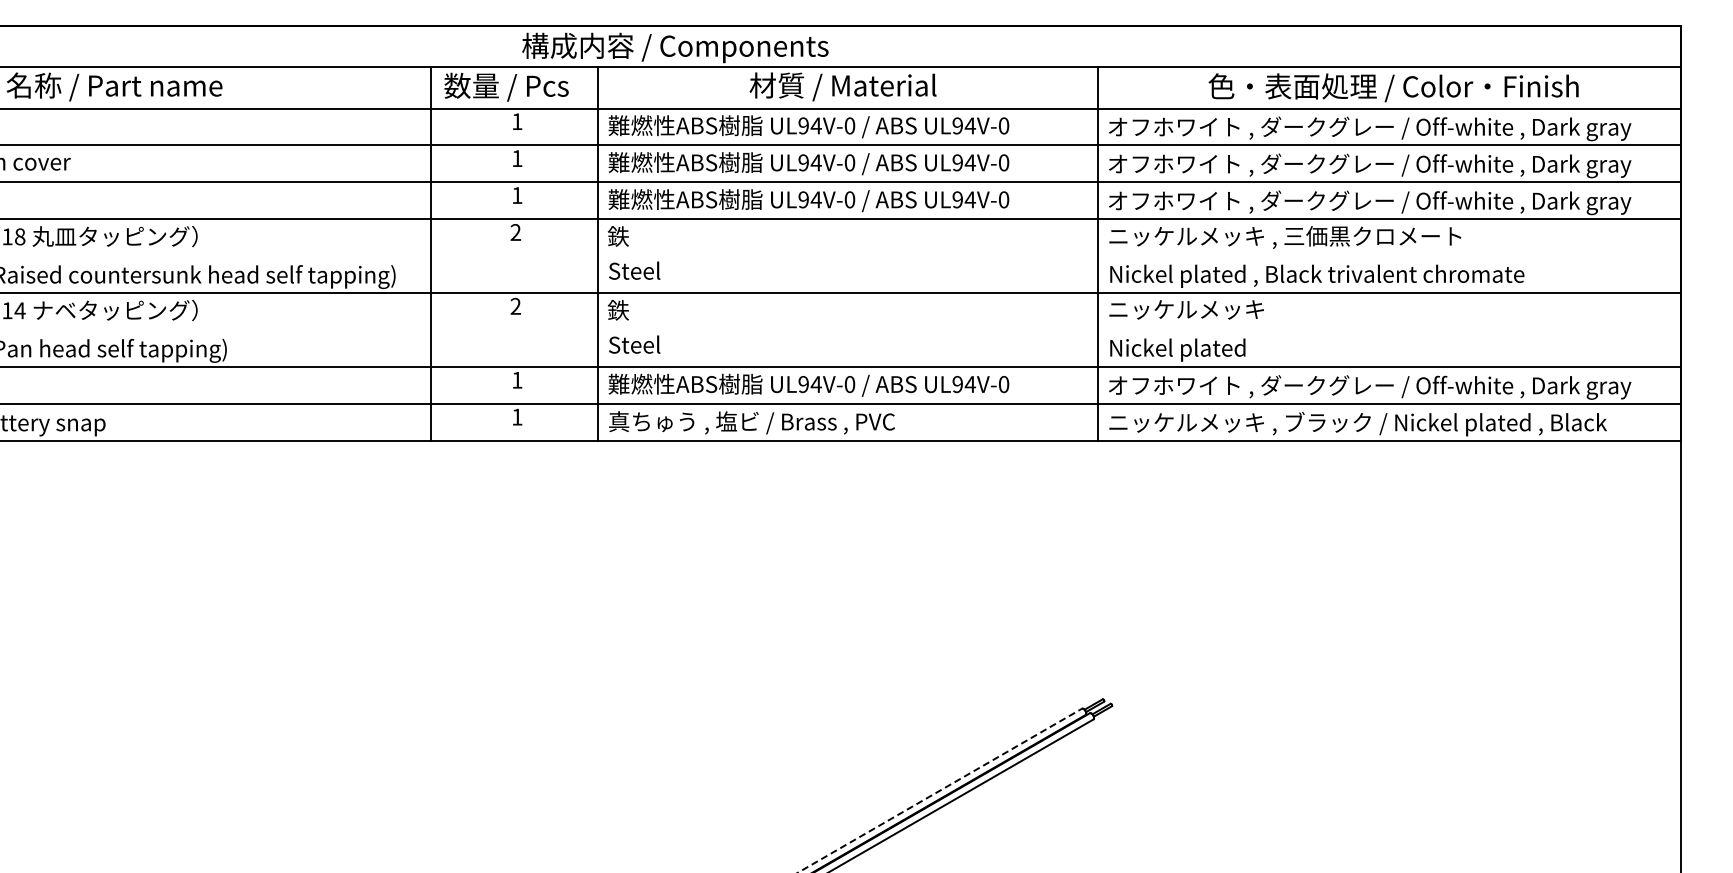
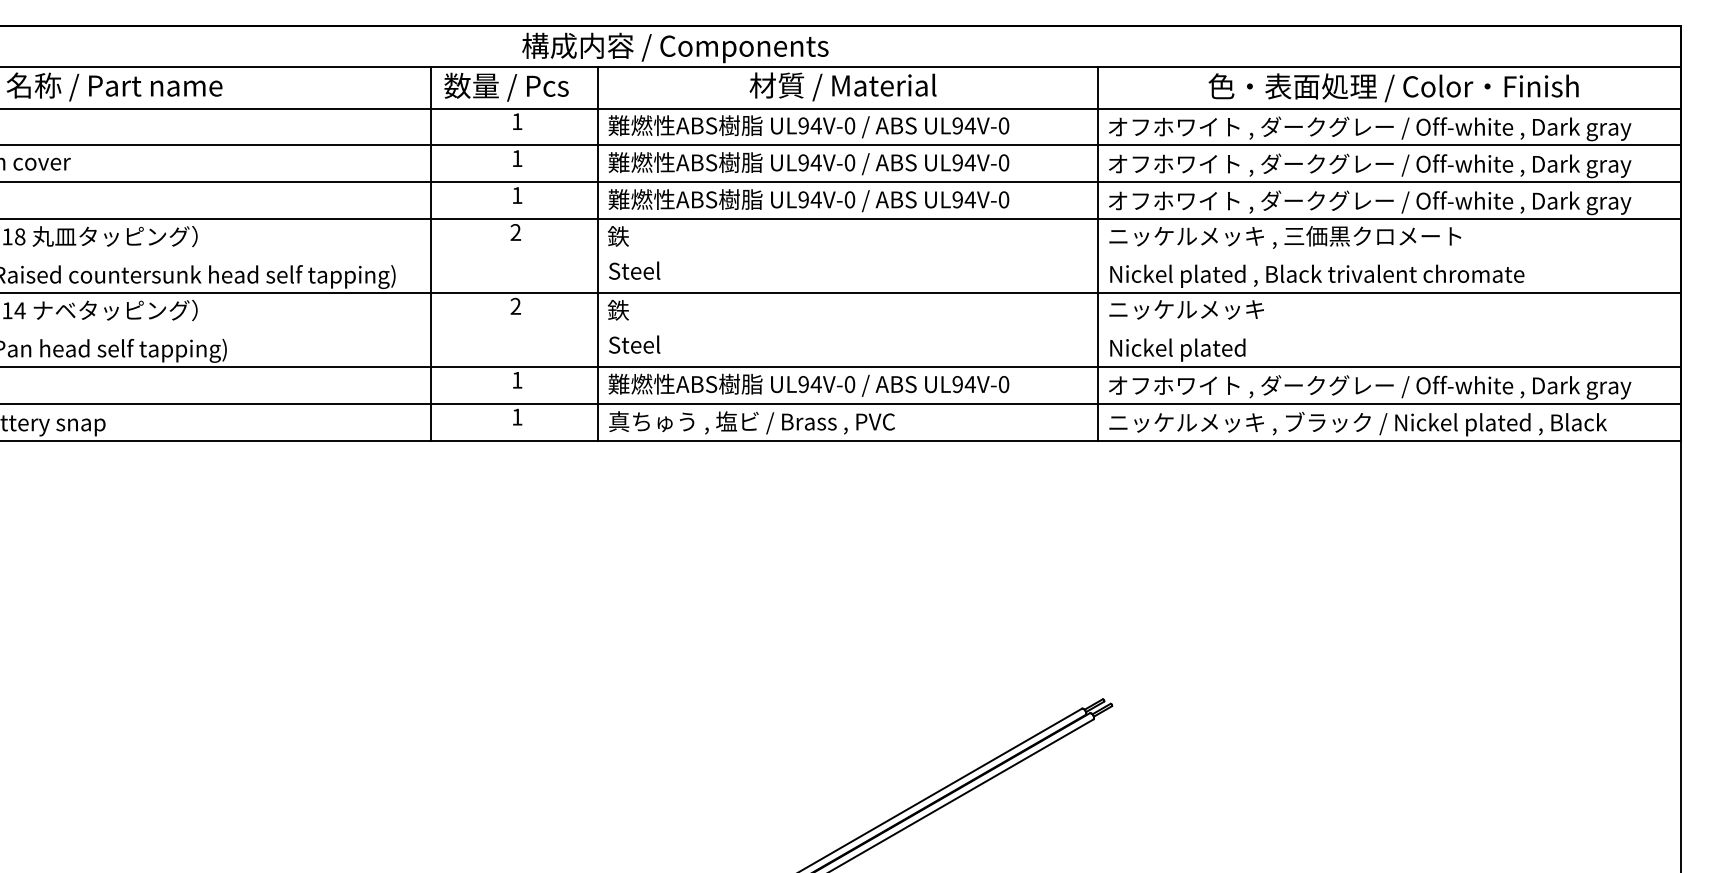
line at (939, 790): dashed -> solid
